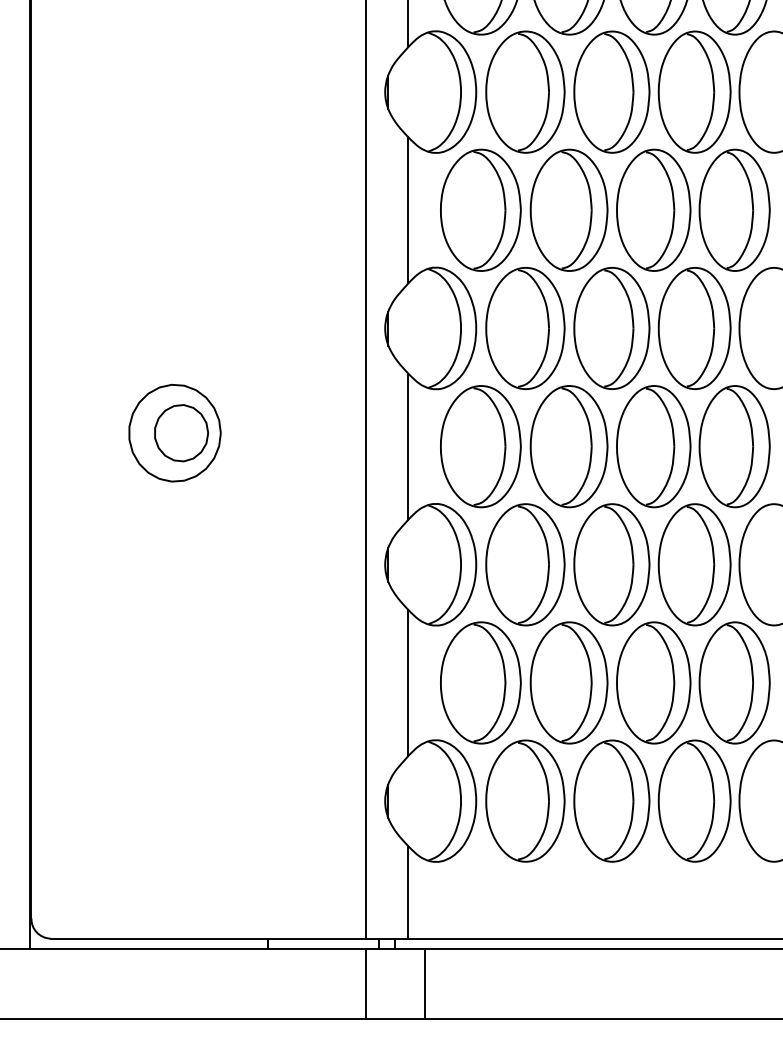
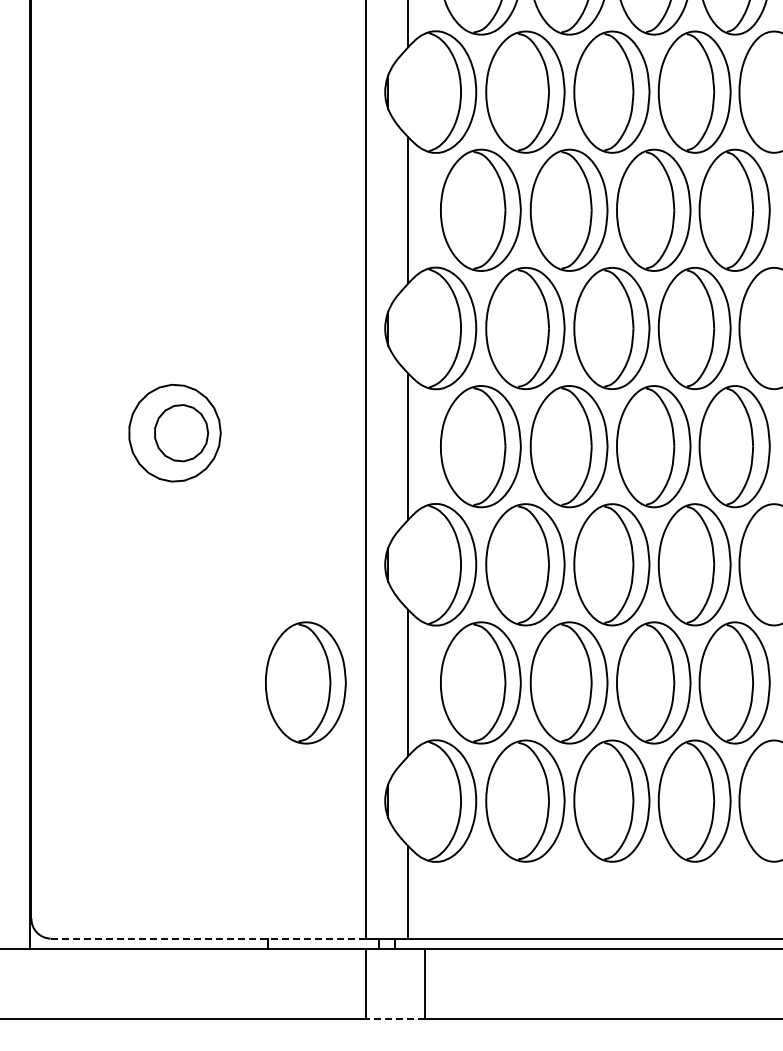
part at (305, 682): none -> present
line at (208, 938): solid -> dashed
line at (394, 1019): solid -> dashed
